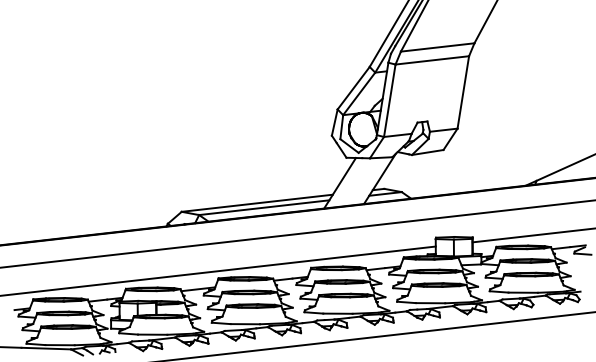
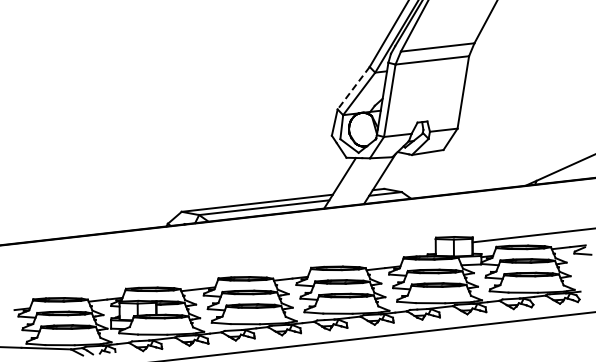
line at (353, 88): solid -> dashed
line at (297, 233): present -> none
line at (218, 270): present -> none
